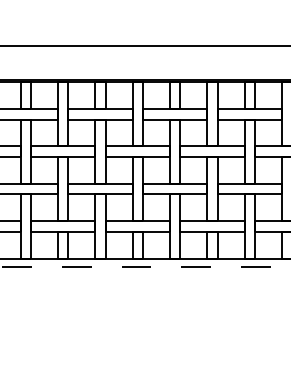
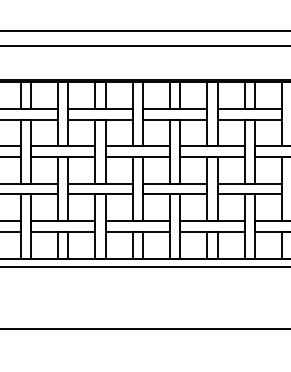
line at (144, 30): none -> present
line at (145, 266): dashed -> solid
line at (144, 329): none -> present
